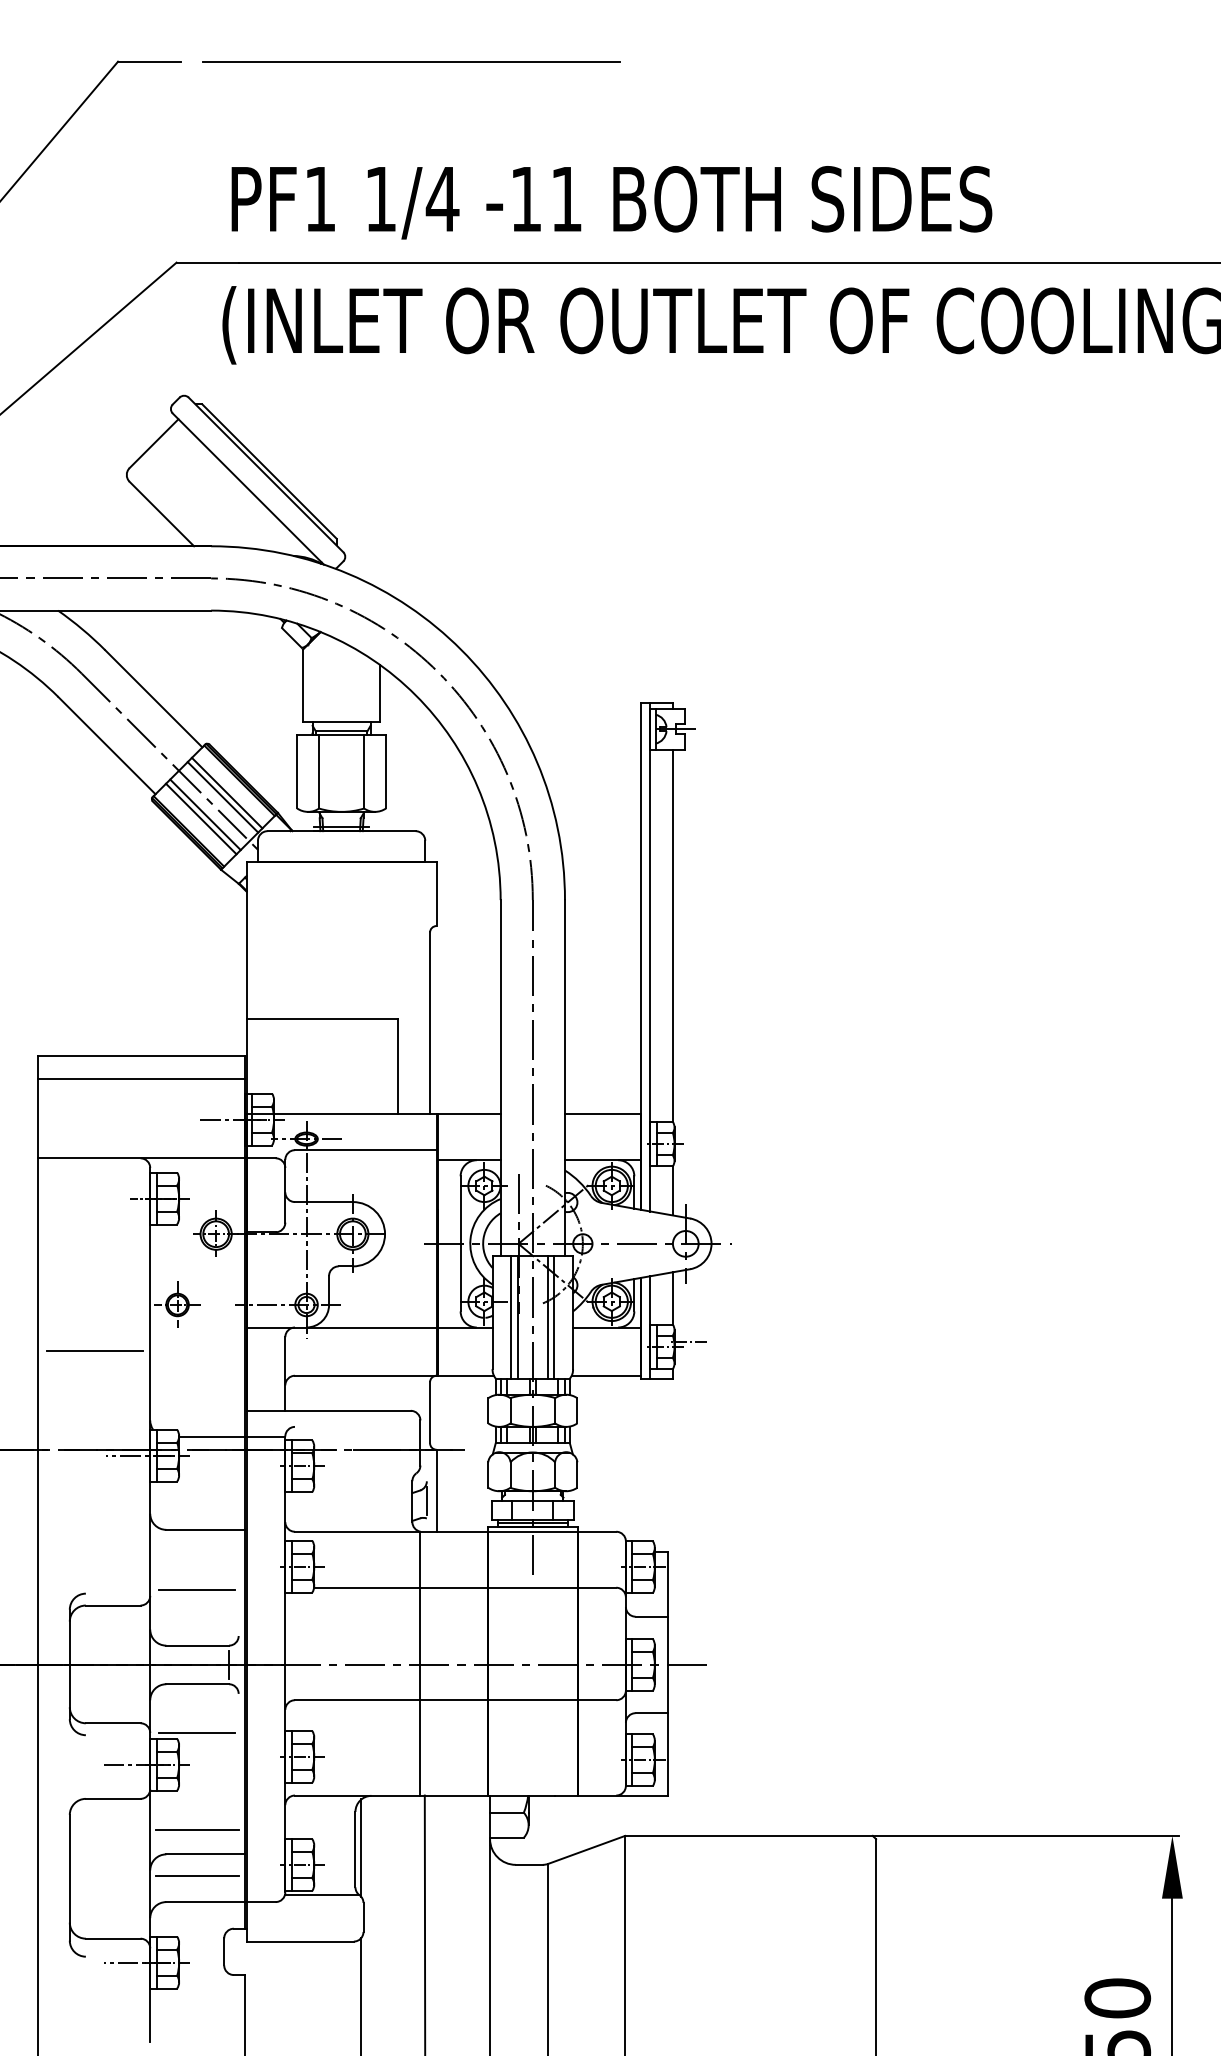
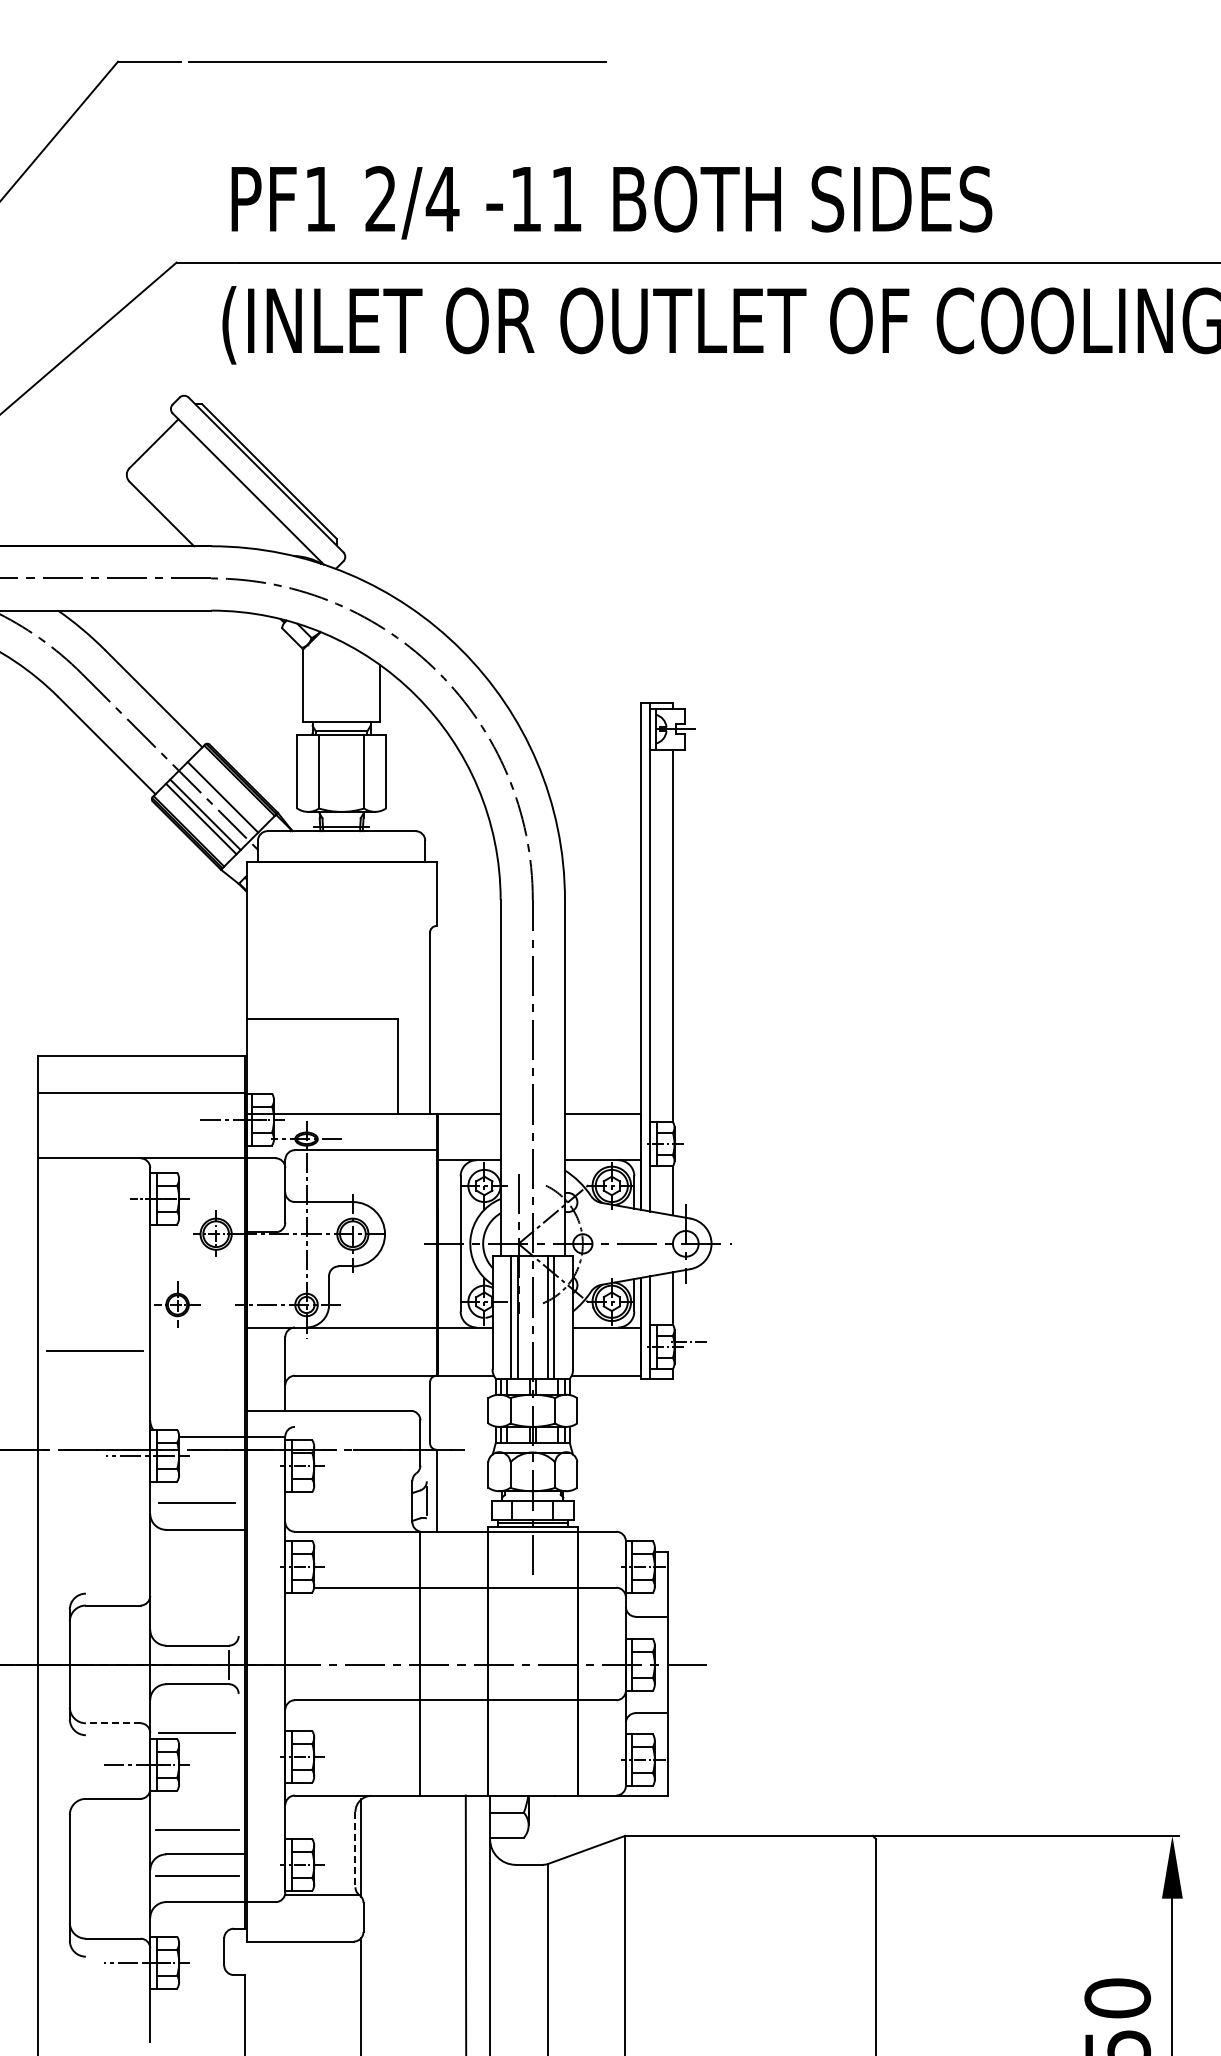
line at (411, 61) position: (411, 61) -> (397, 61)
text at (380, 198): 1/4 -> 2/4
line at (226, 792): present -> none
line at (141, 1079) position: (141, 1079) -> (141, 1093)
line at (196, 1589) position: (196, 1589) -> (196, 1502)
line at (112, 1723): solid -> dashed
line at (355, 1849): solid -> dashed
line at (424, 1923) position: (424, 1923) -> (465, 1923)
